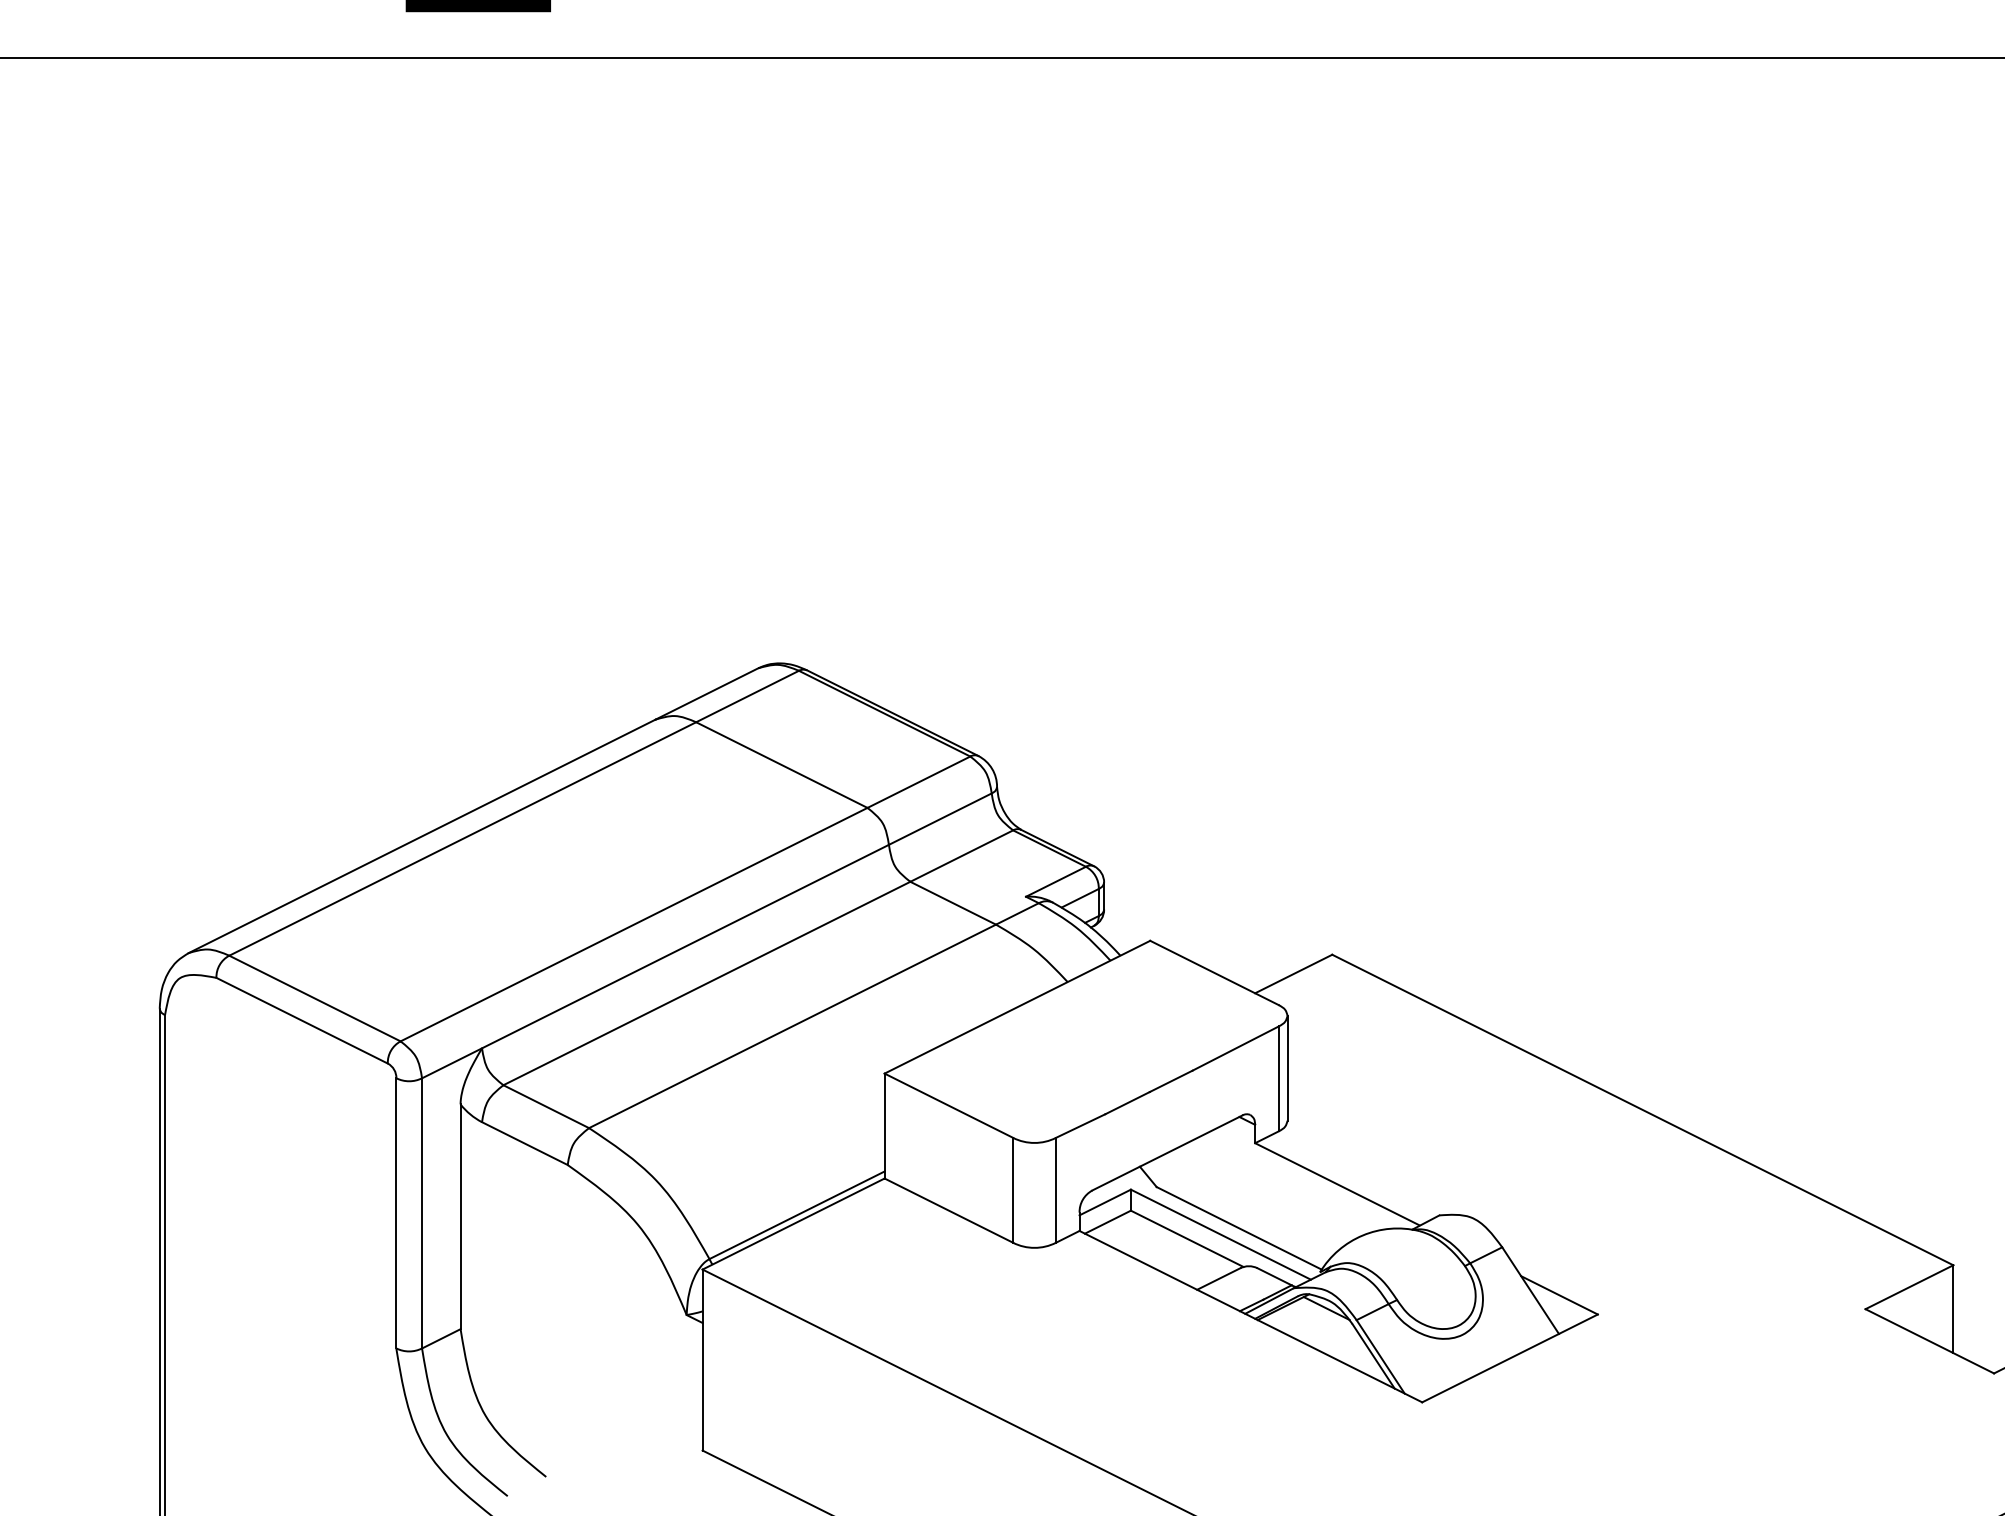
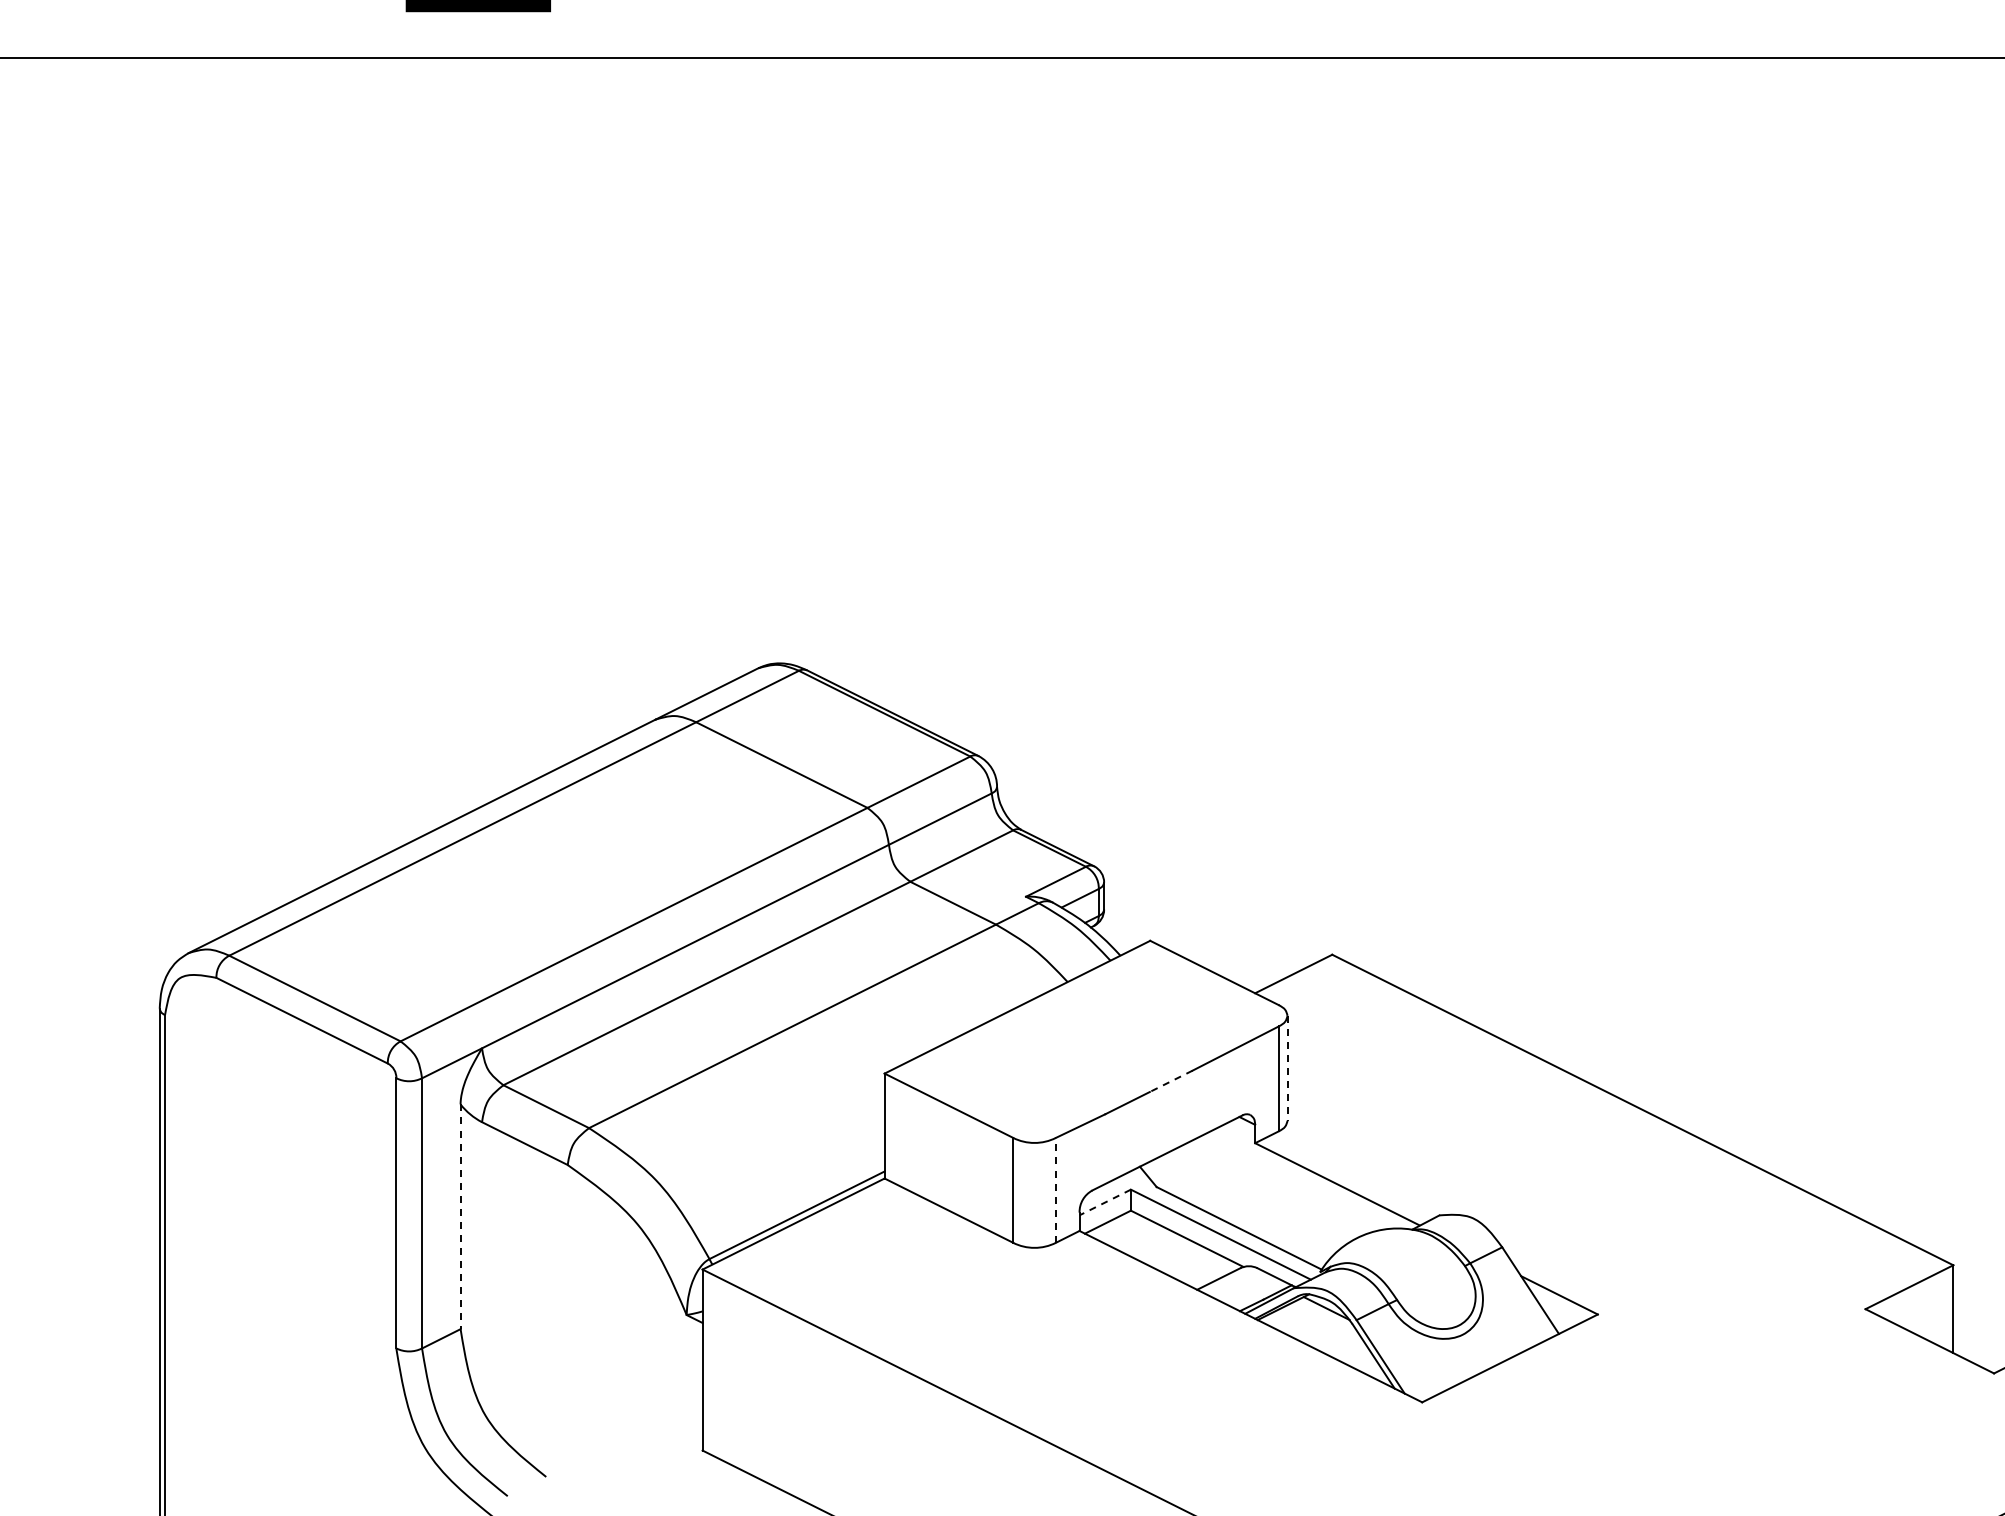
line at (1287, 1068): solid -> dashed
line at (1171, 1081): solid -> dashed
line at (1056, 1189): solid -> dashed
line at (1105, 1202): solid -> dashed
line at (460, 1217): solid -> dashed
